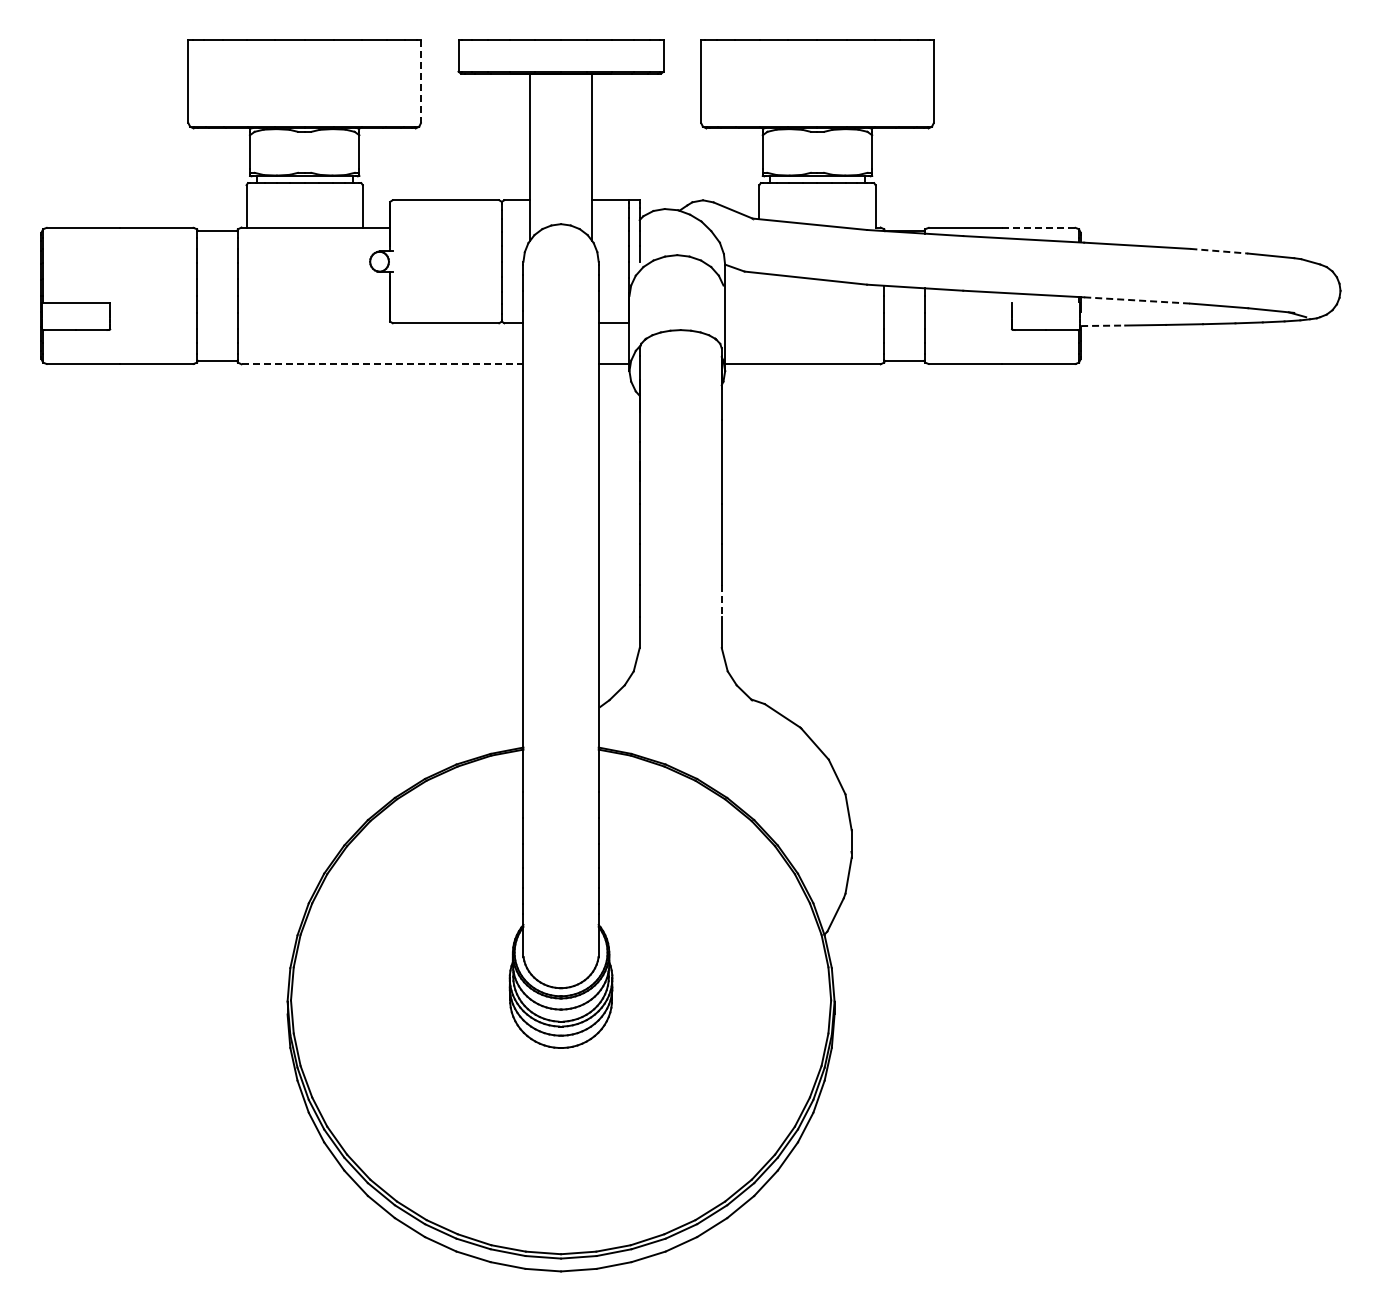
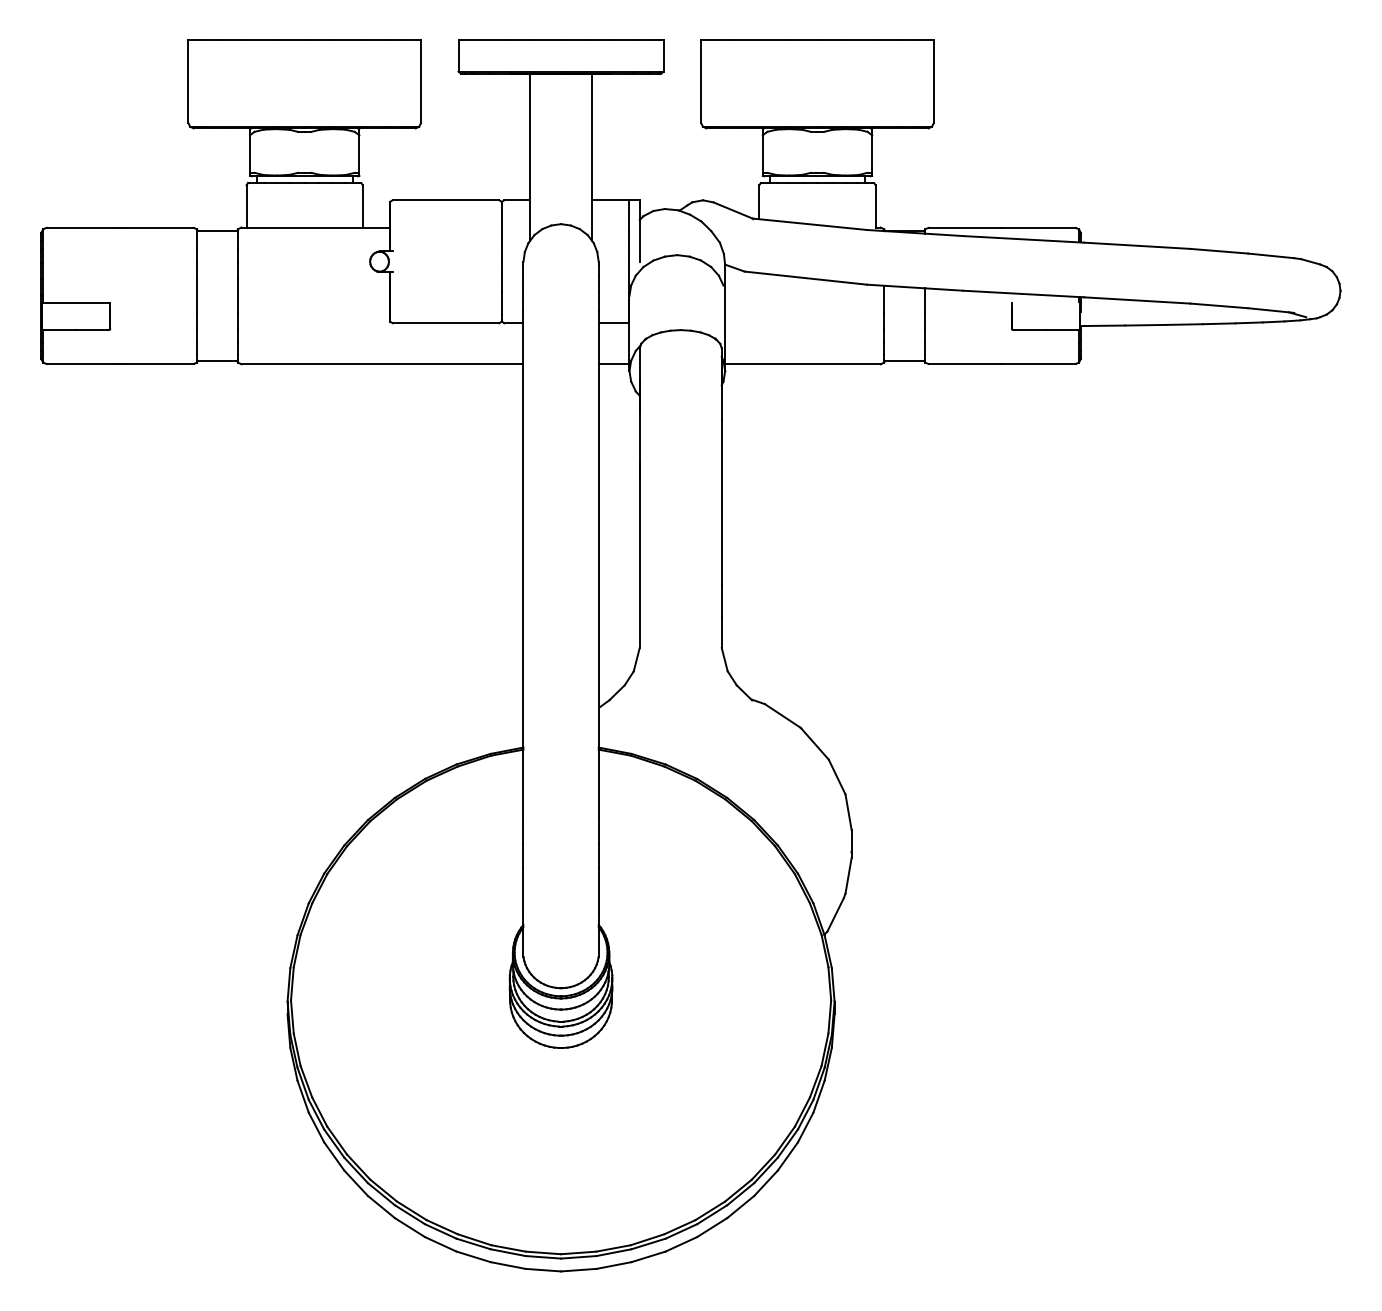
line at (420, 81): dashed -> solid
line at (1038, 227): dashed -> solid
line at (1219, 251): dashed -> solid
line at (1137, 300): dashed -> solid
line at (1103, 325): dashed -> solid
line at (382, 364): dashed -> solid
line at (721, 601): dashed -> solid
